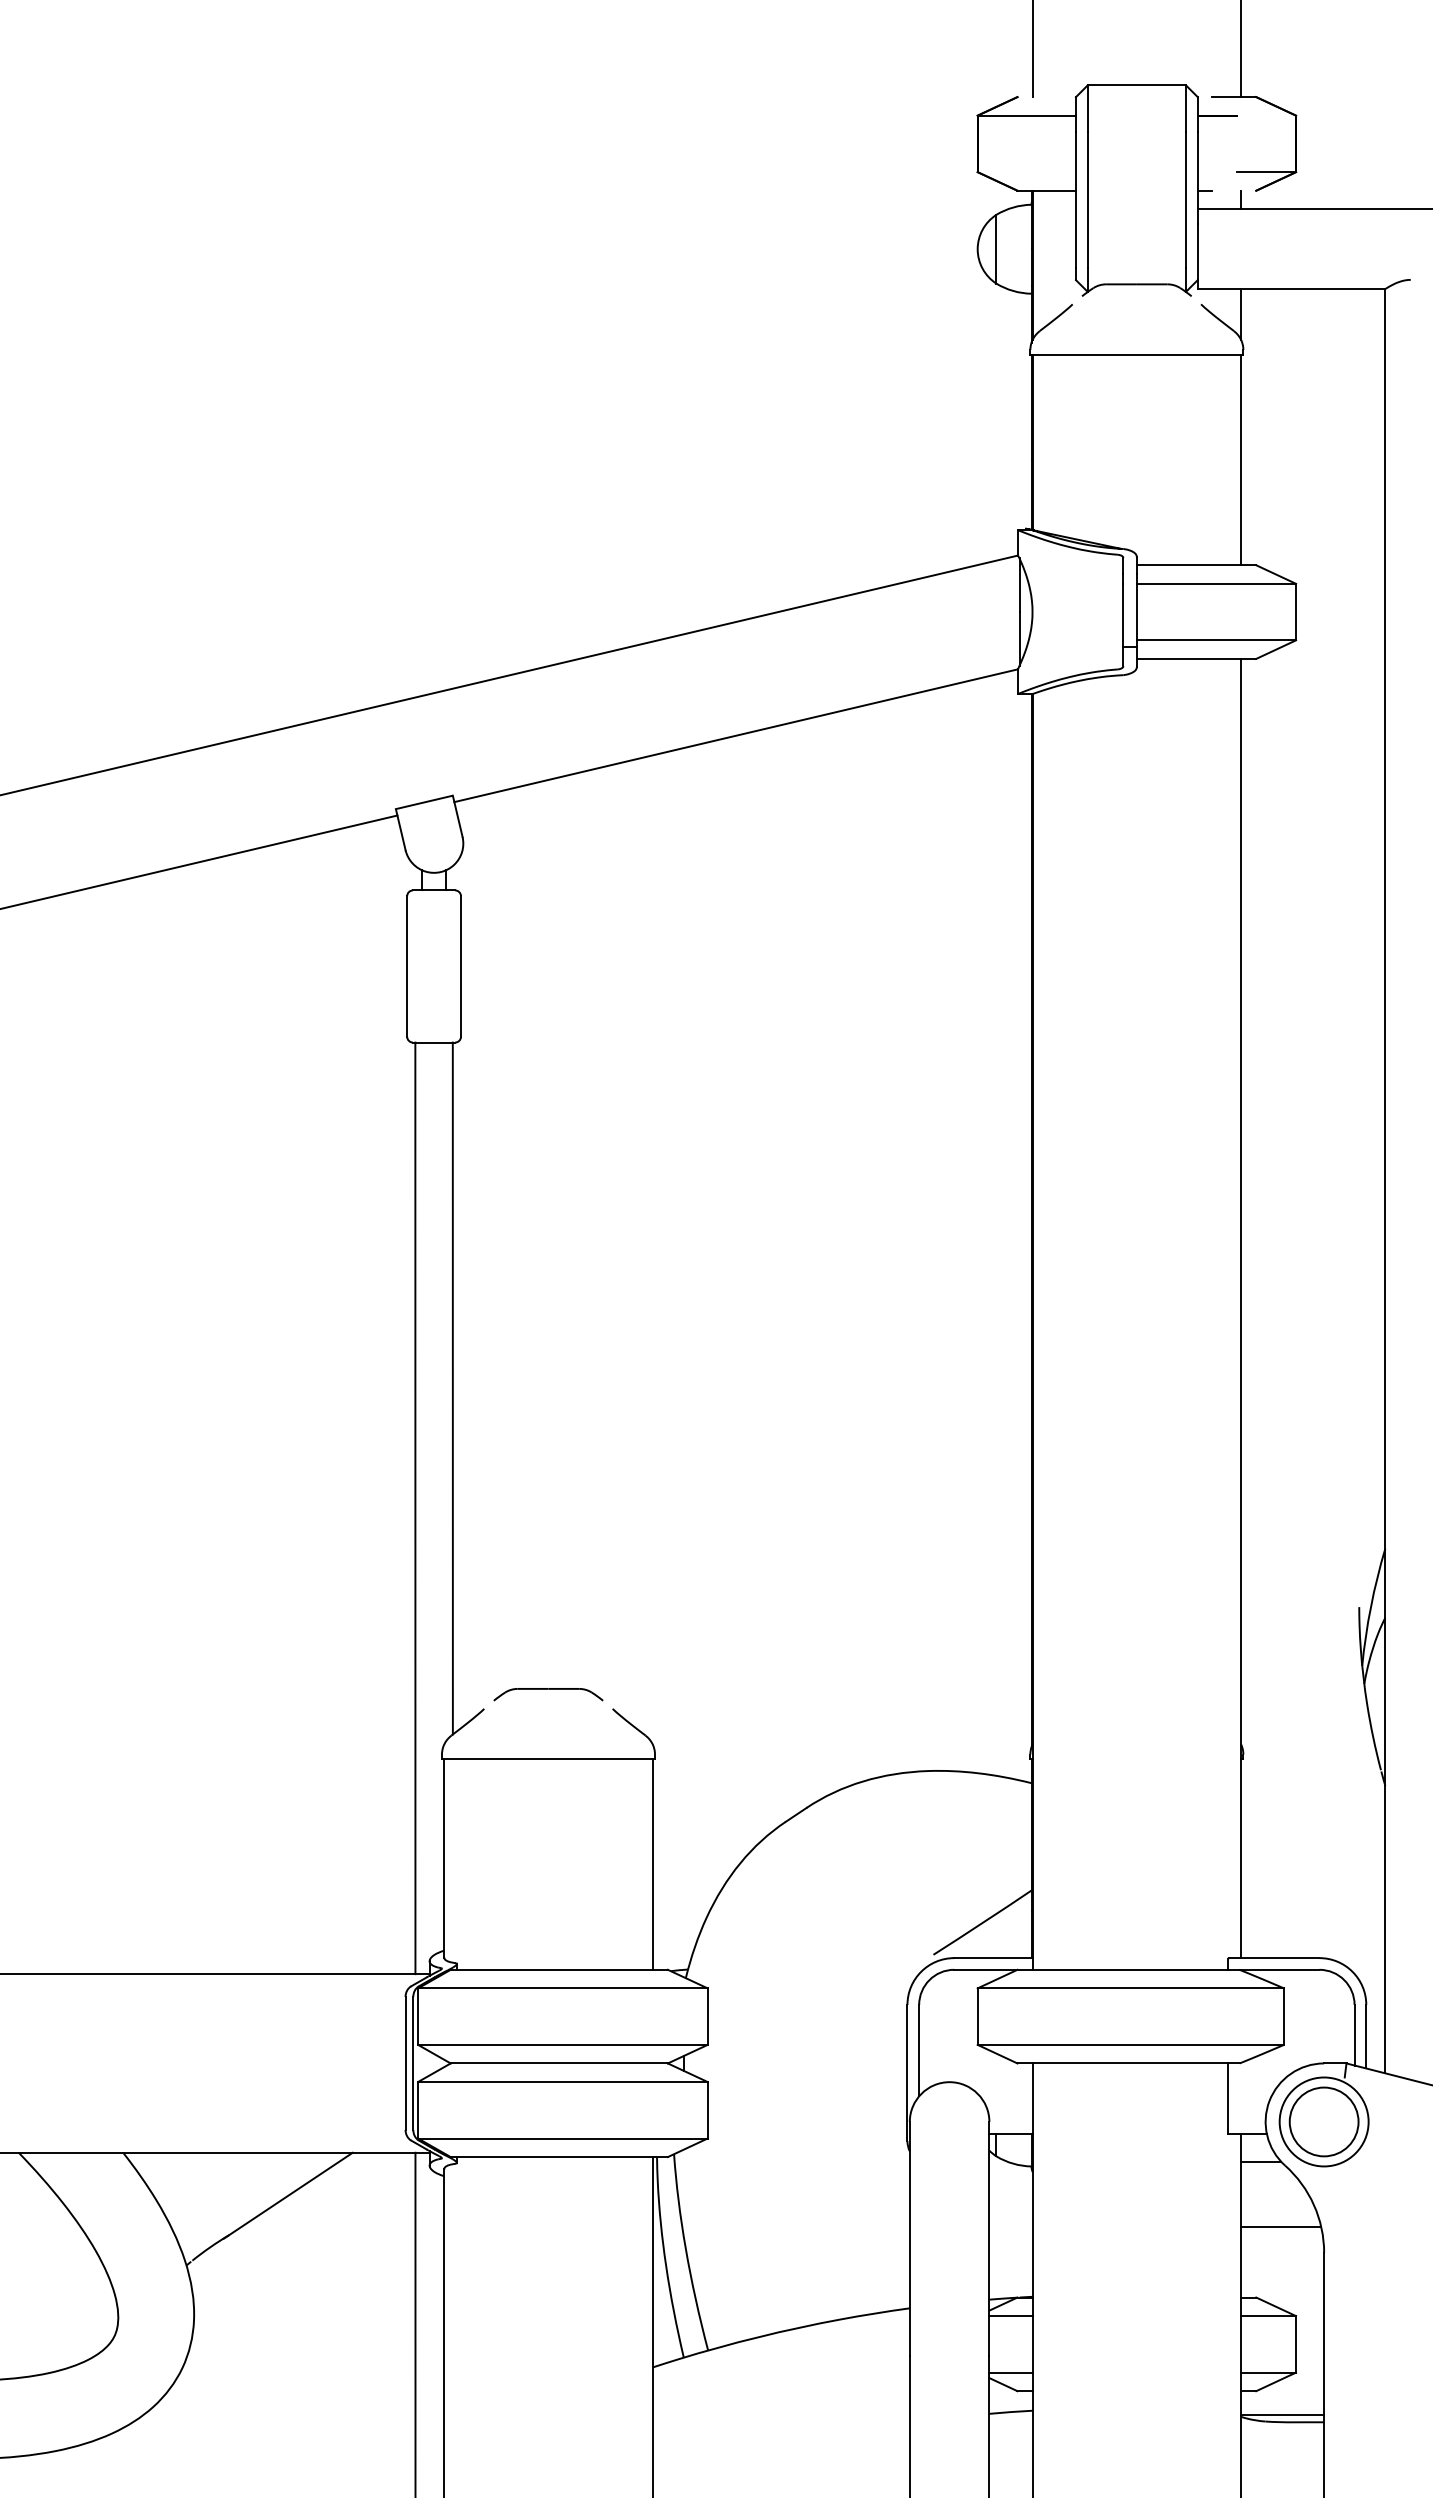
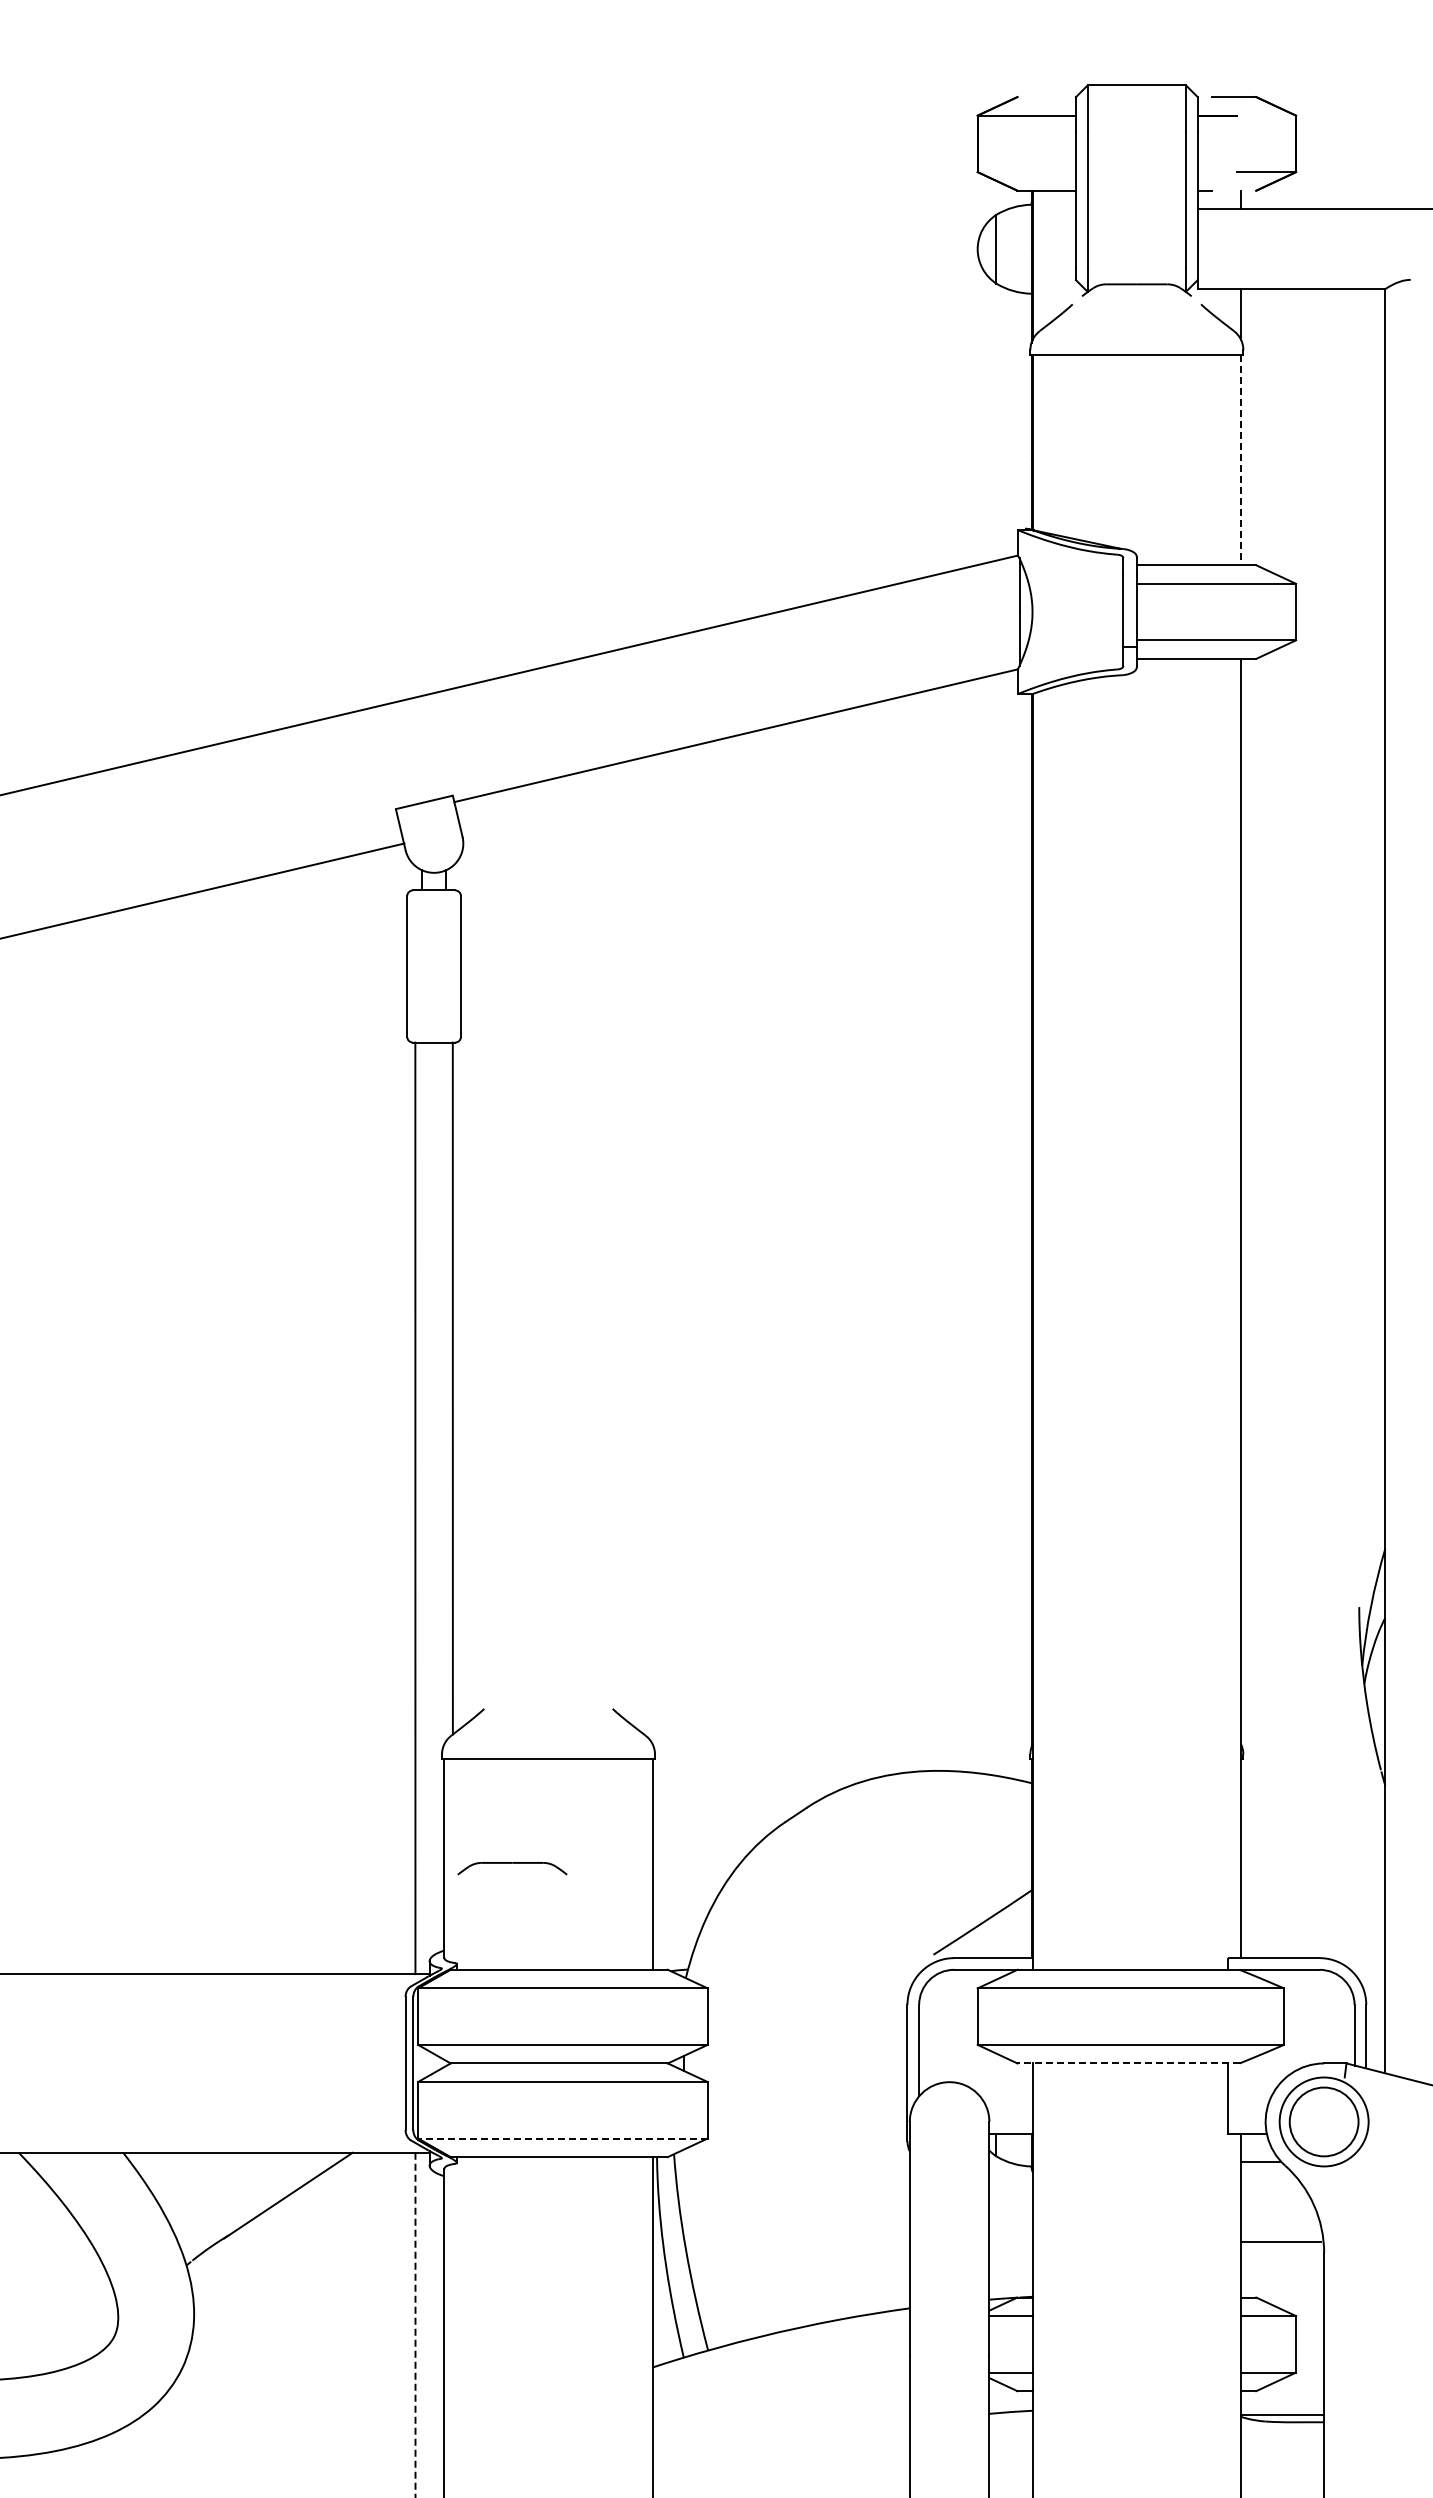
line at (1032, 49): present -> none
line at (1241, 49): present -> none
line at (1241, 460): solid -> dashed
line at (199, 861) position: (199, 861) -> (203, 890)
part at (548, 1694) position: (548, 1694) -> (512, 1868)
line at (1128, 2063): solid -> dashed
line at (562, 2138): solid -> dashed
line at (1281, 2227) position: (1281, 2227) -> (1281, 2242)
line at (415, 2325): solid -> dashed
